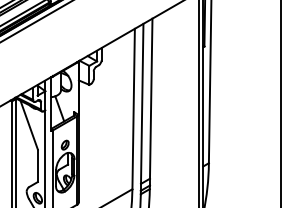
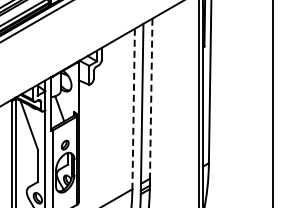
line at (151, 99): solid -> dashed
line at (280, 103) position: (280, 103) -> (272, 103)
line at (133, 109): solid -> dashed
